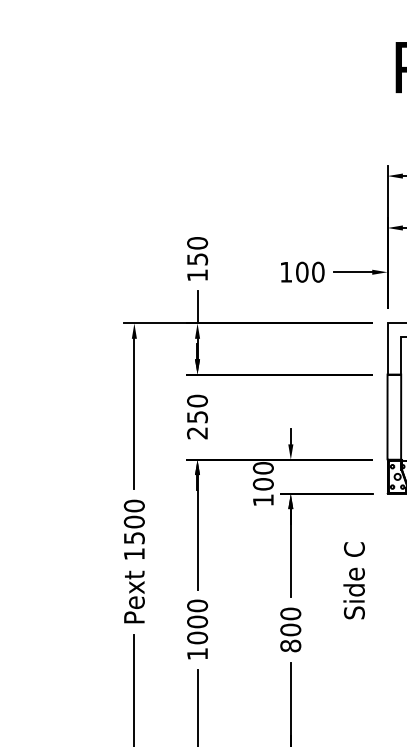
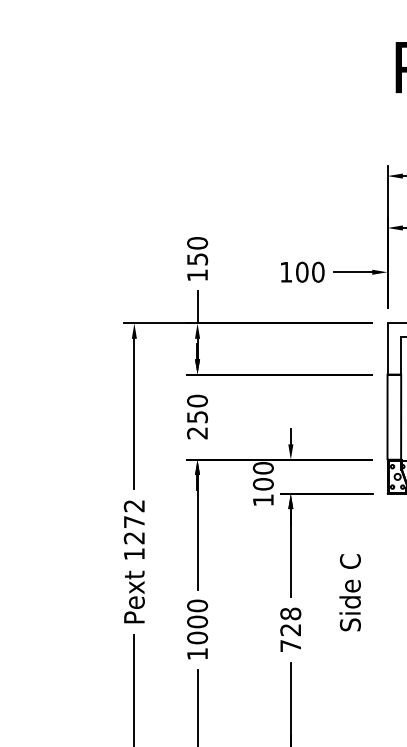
text at (133, 521): 1500 -> 1272
text at (353, 580) position: (353, 580) -> (349, 592)
text at (290, 629): 800 -> 728
